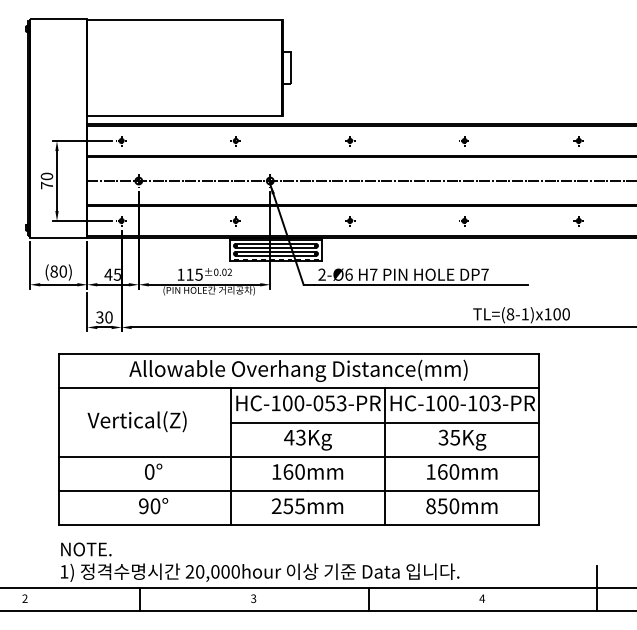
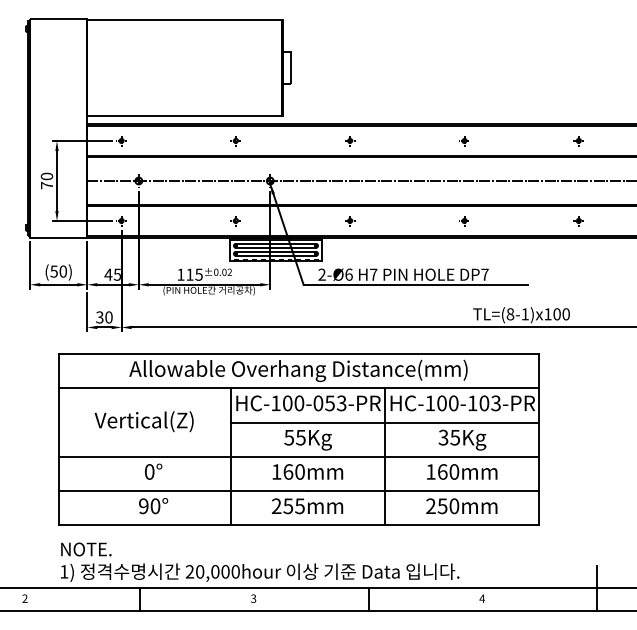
text at (53, 271): (80) -> (50)
text at (136, 421) position: (136, 421) -> (143, 421)
text at (294, 437): 43Kg -> 55Kg
text at (430, 506): 850mm -> 250mm
